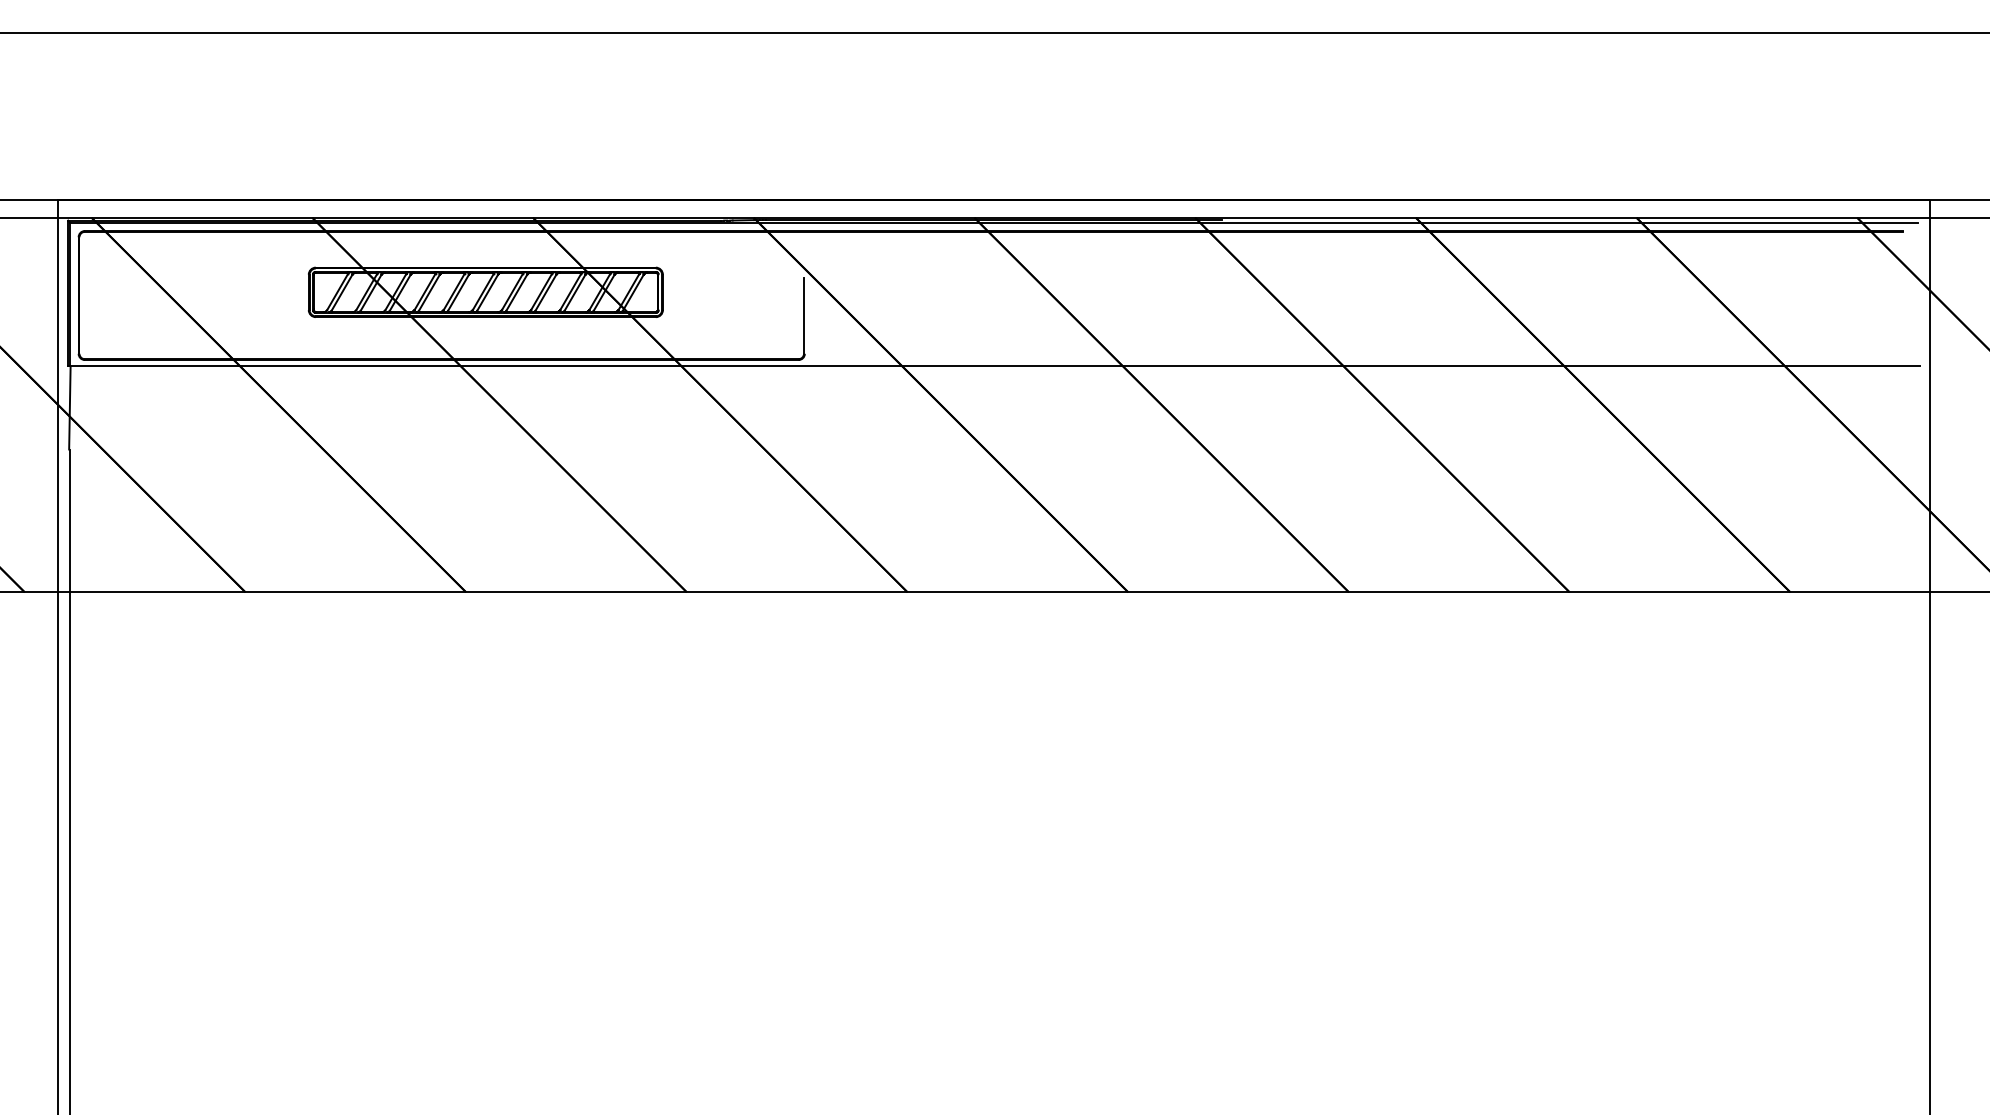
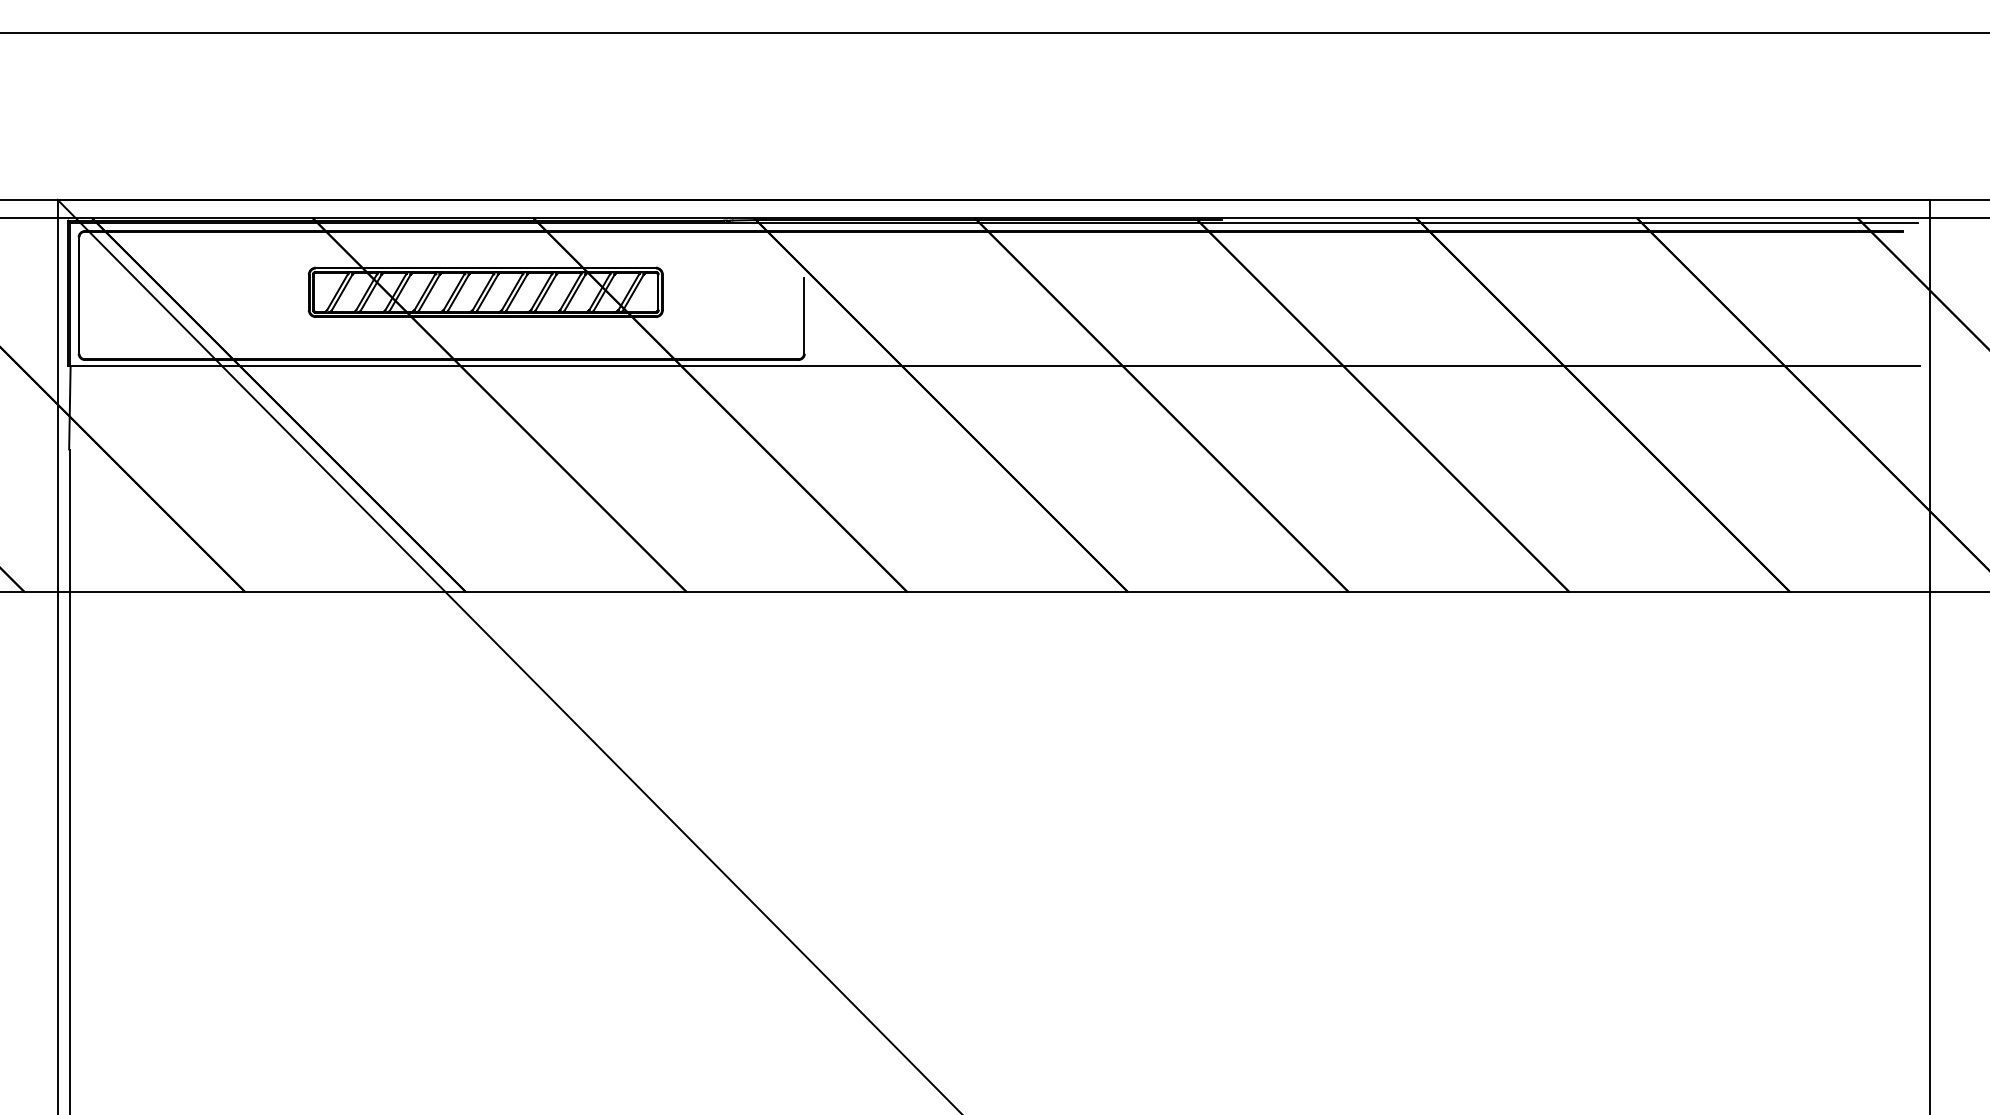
line at (508, 655): none -> present
